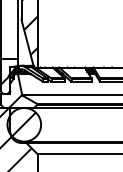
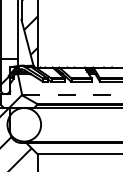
line at (73, 95): solid -> dashed
hatch at (23, 124): present -> none
